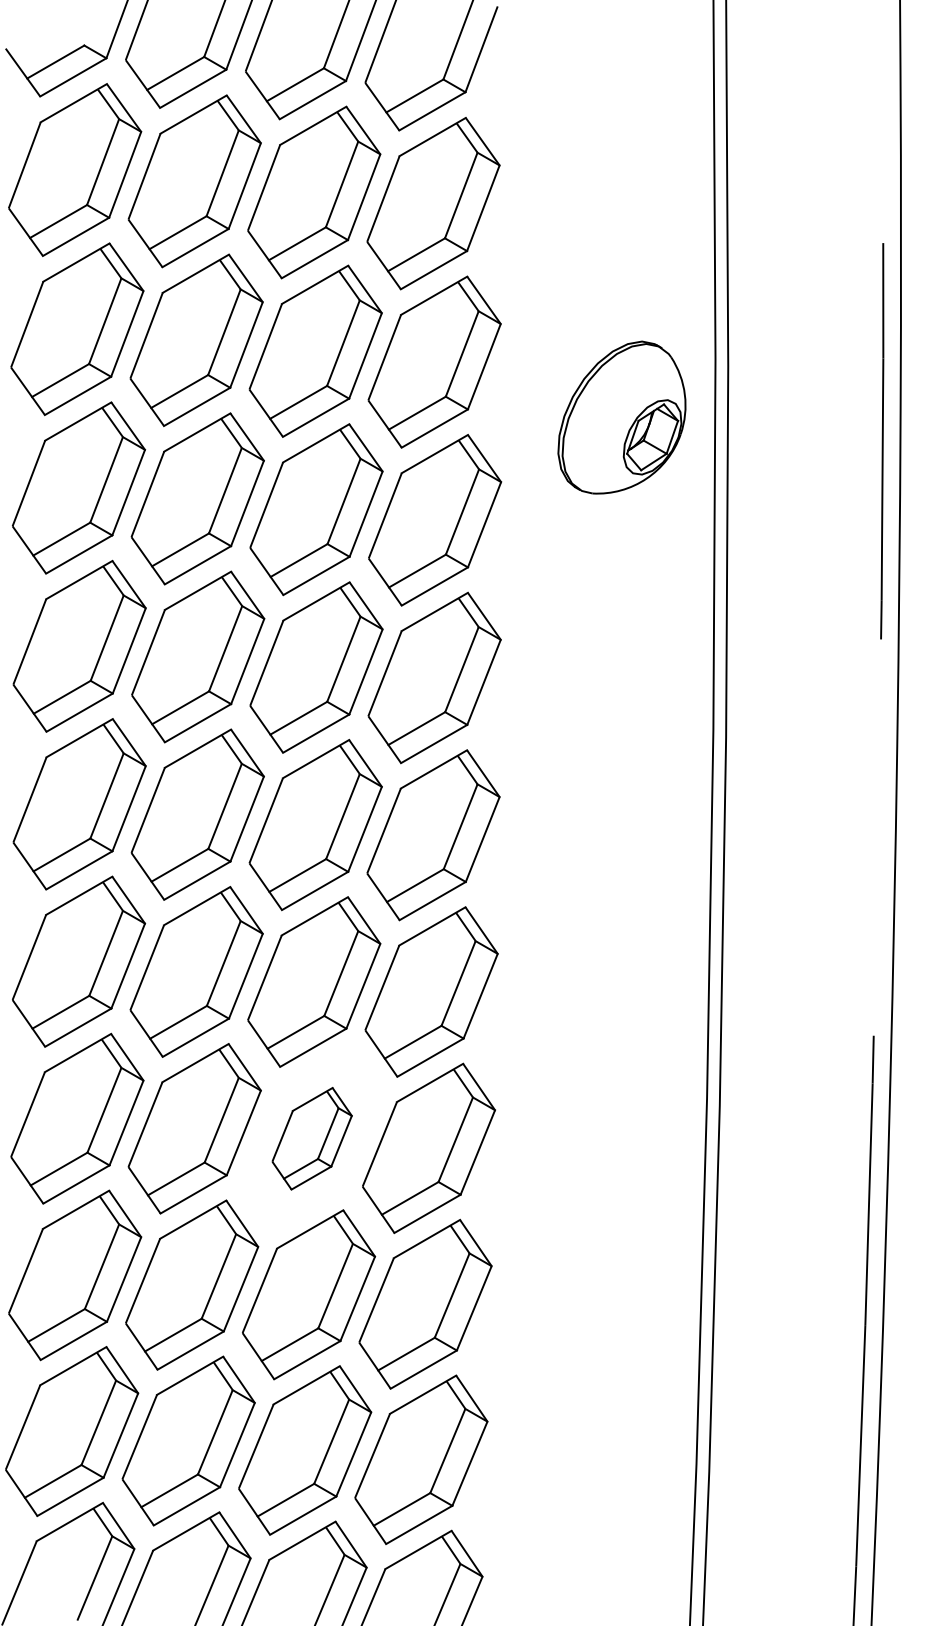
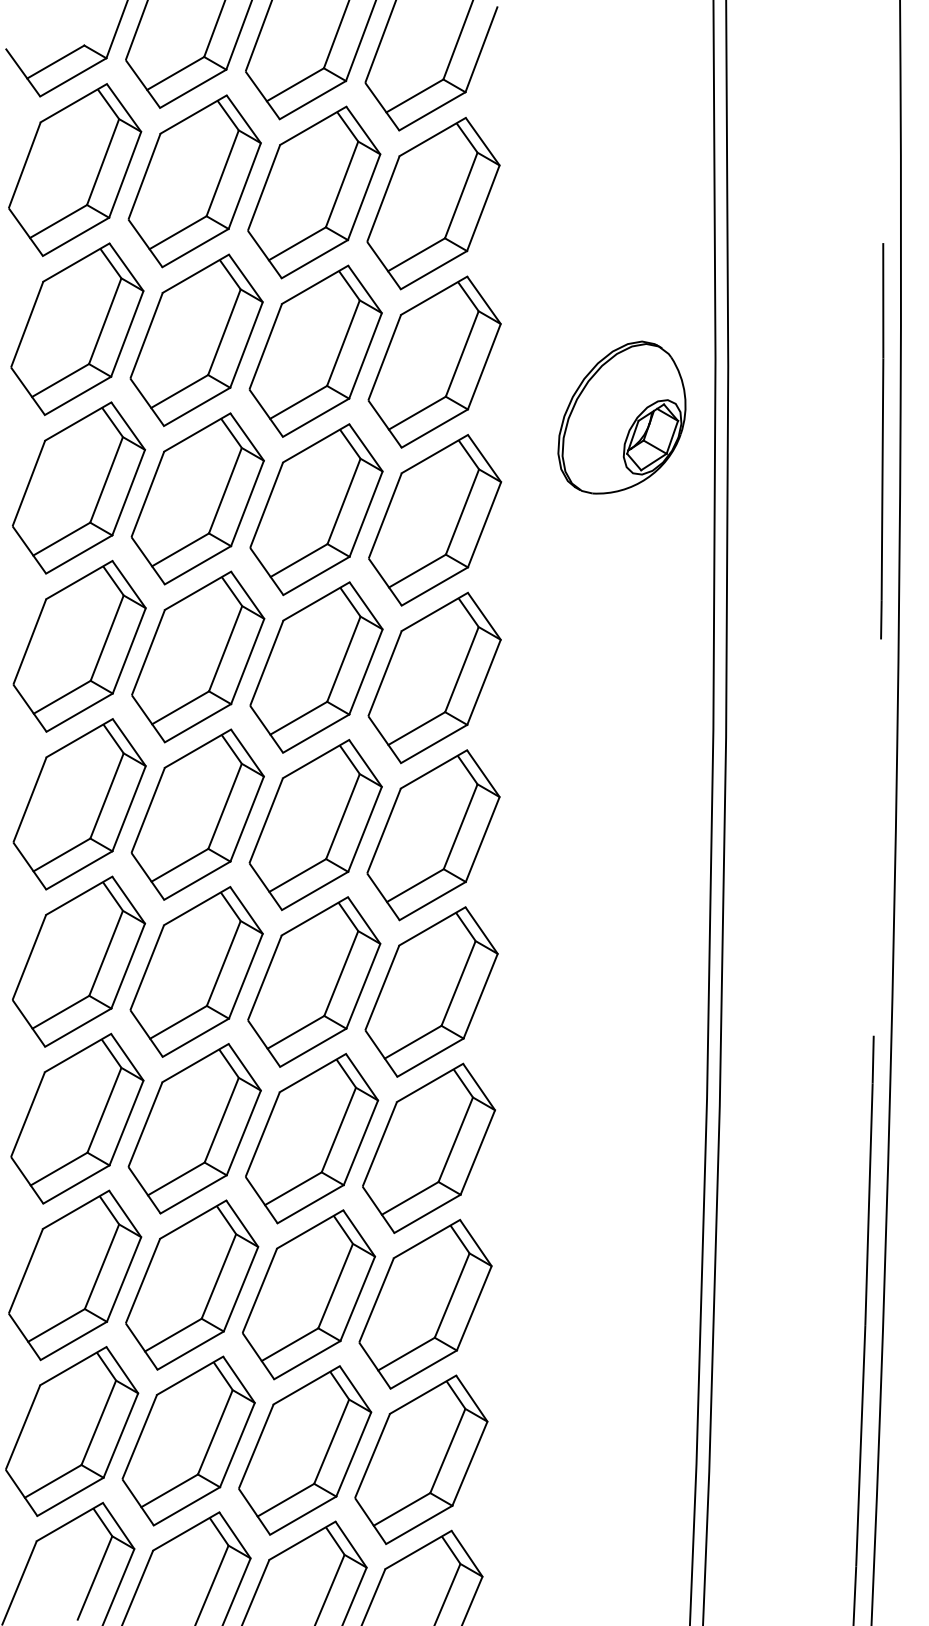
part at (311, 1138) size: 82x104 px -> 135x172 px
